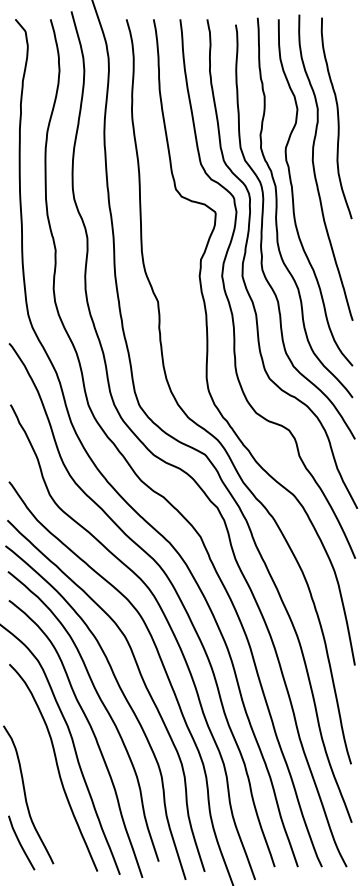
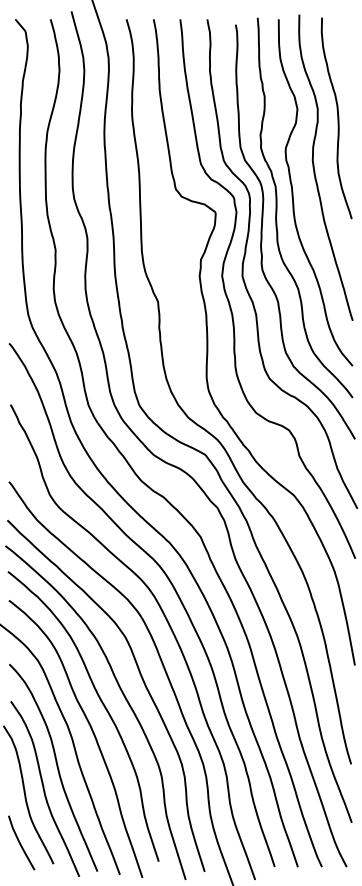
curve at (44, 788): none -> present
